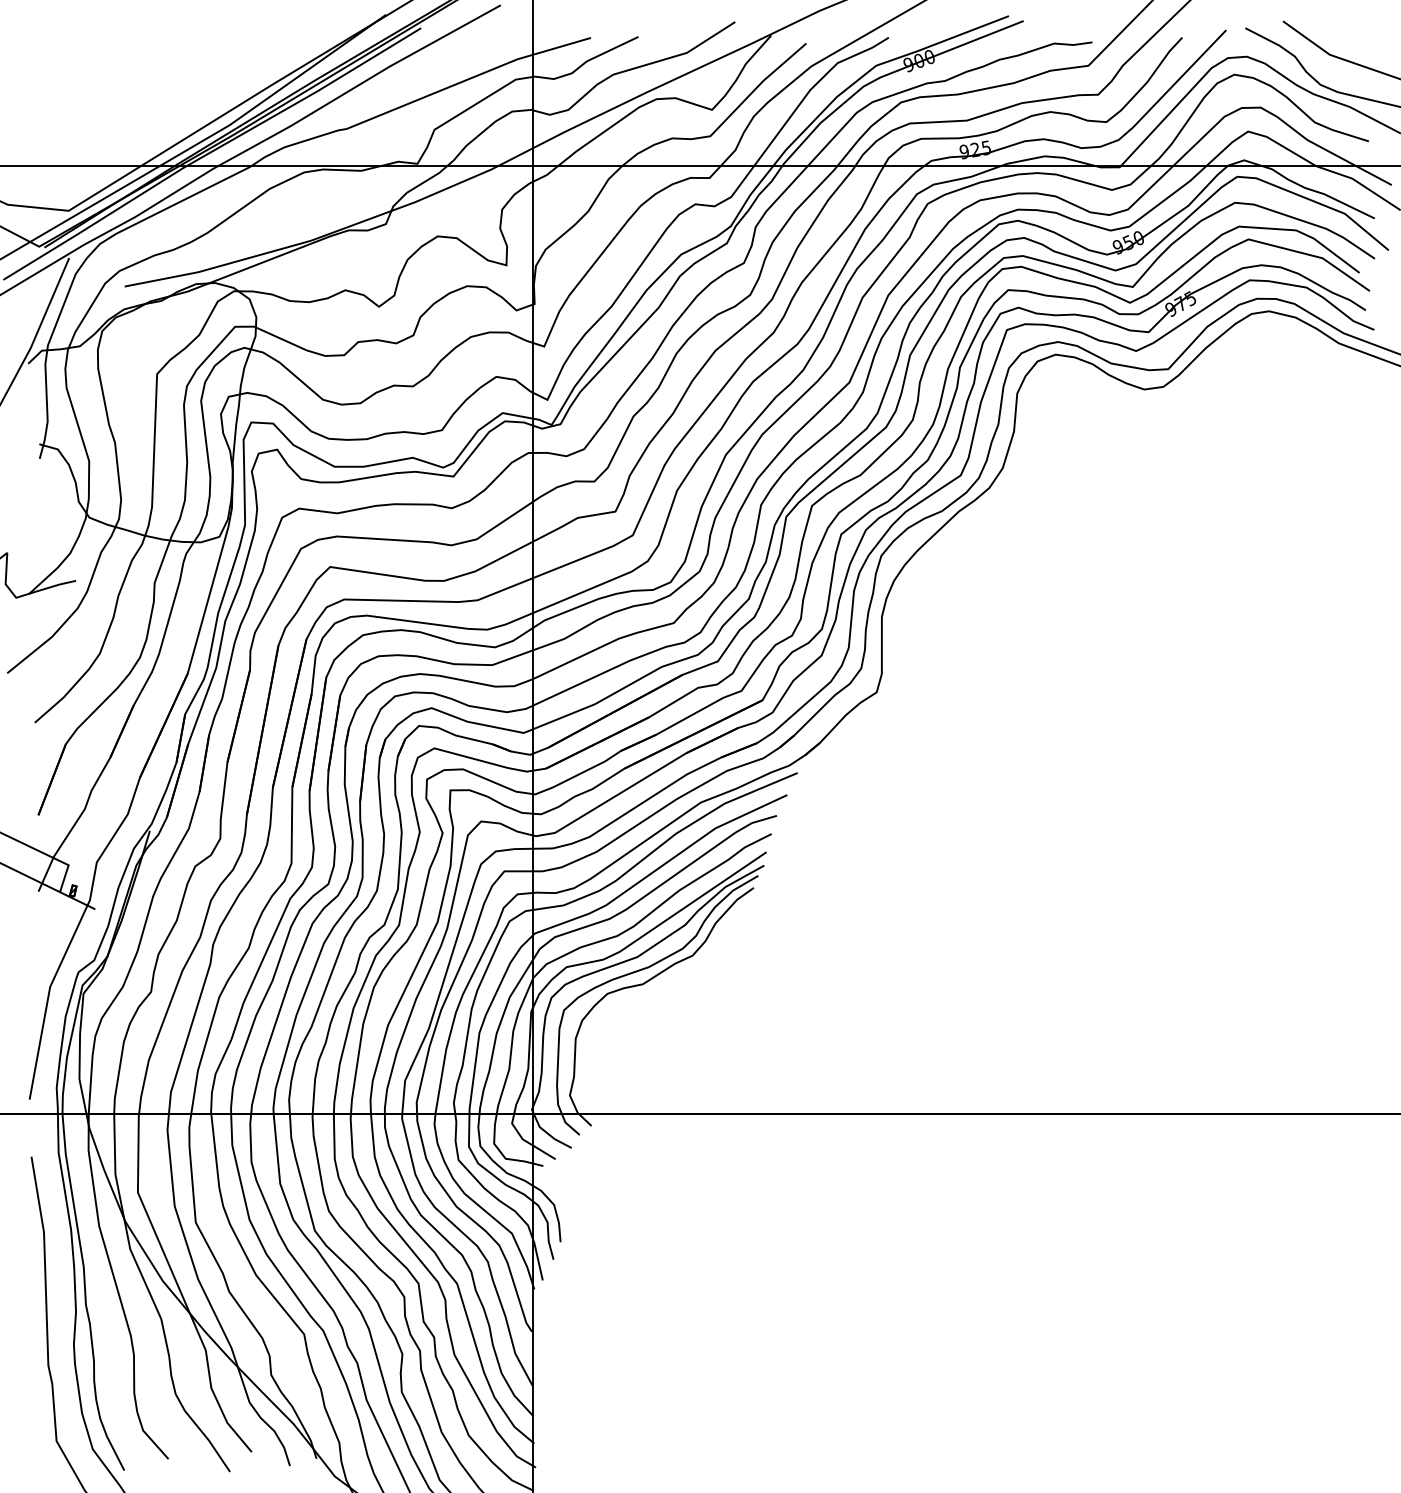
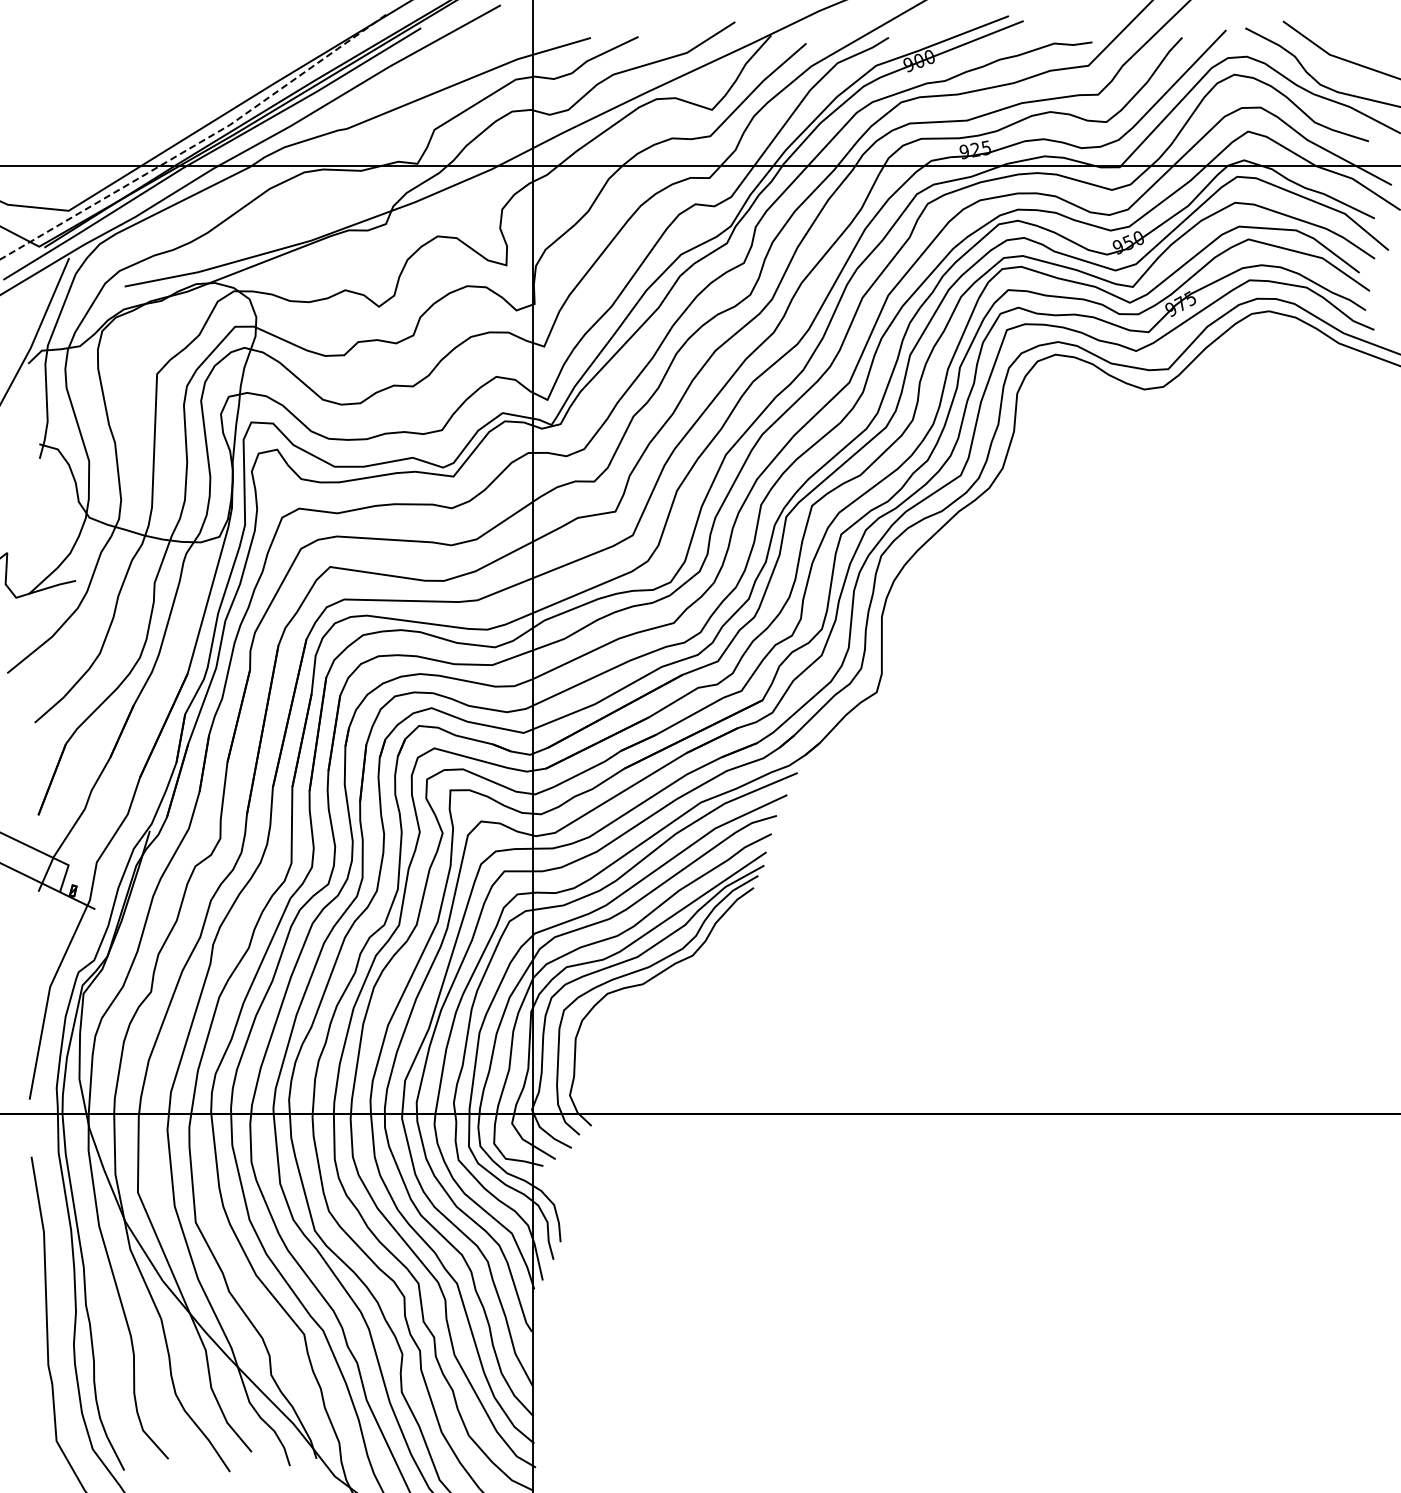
line at (198, 143): solid -> dashed
